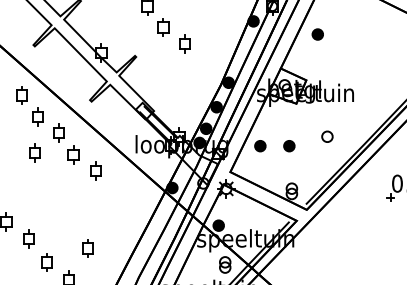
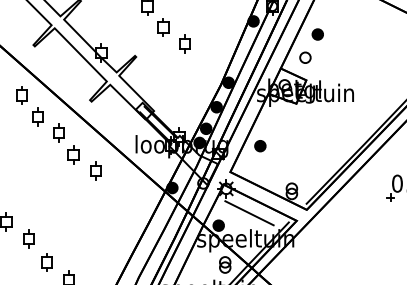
part at (327, 136) position: (327, 136) -> (305, 57)
part at (289, 146): present -> none
part at (34, 152): present -> none
line at (249, 212): none -> present
part at (87, 248): present -> none
